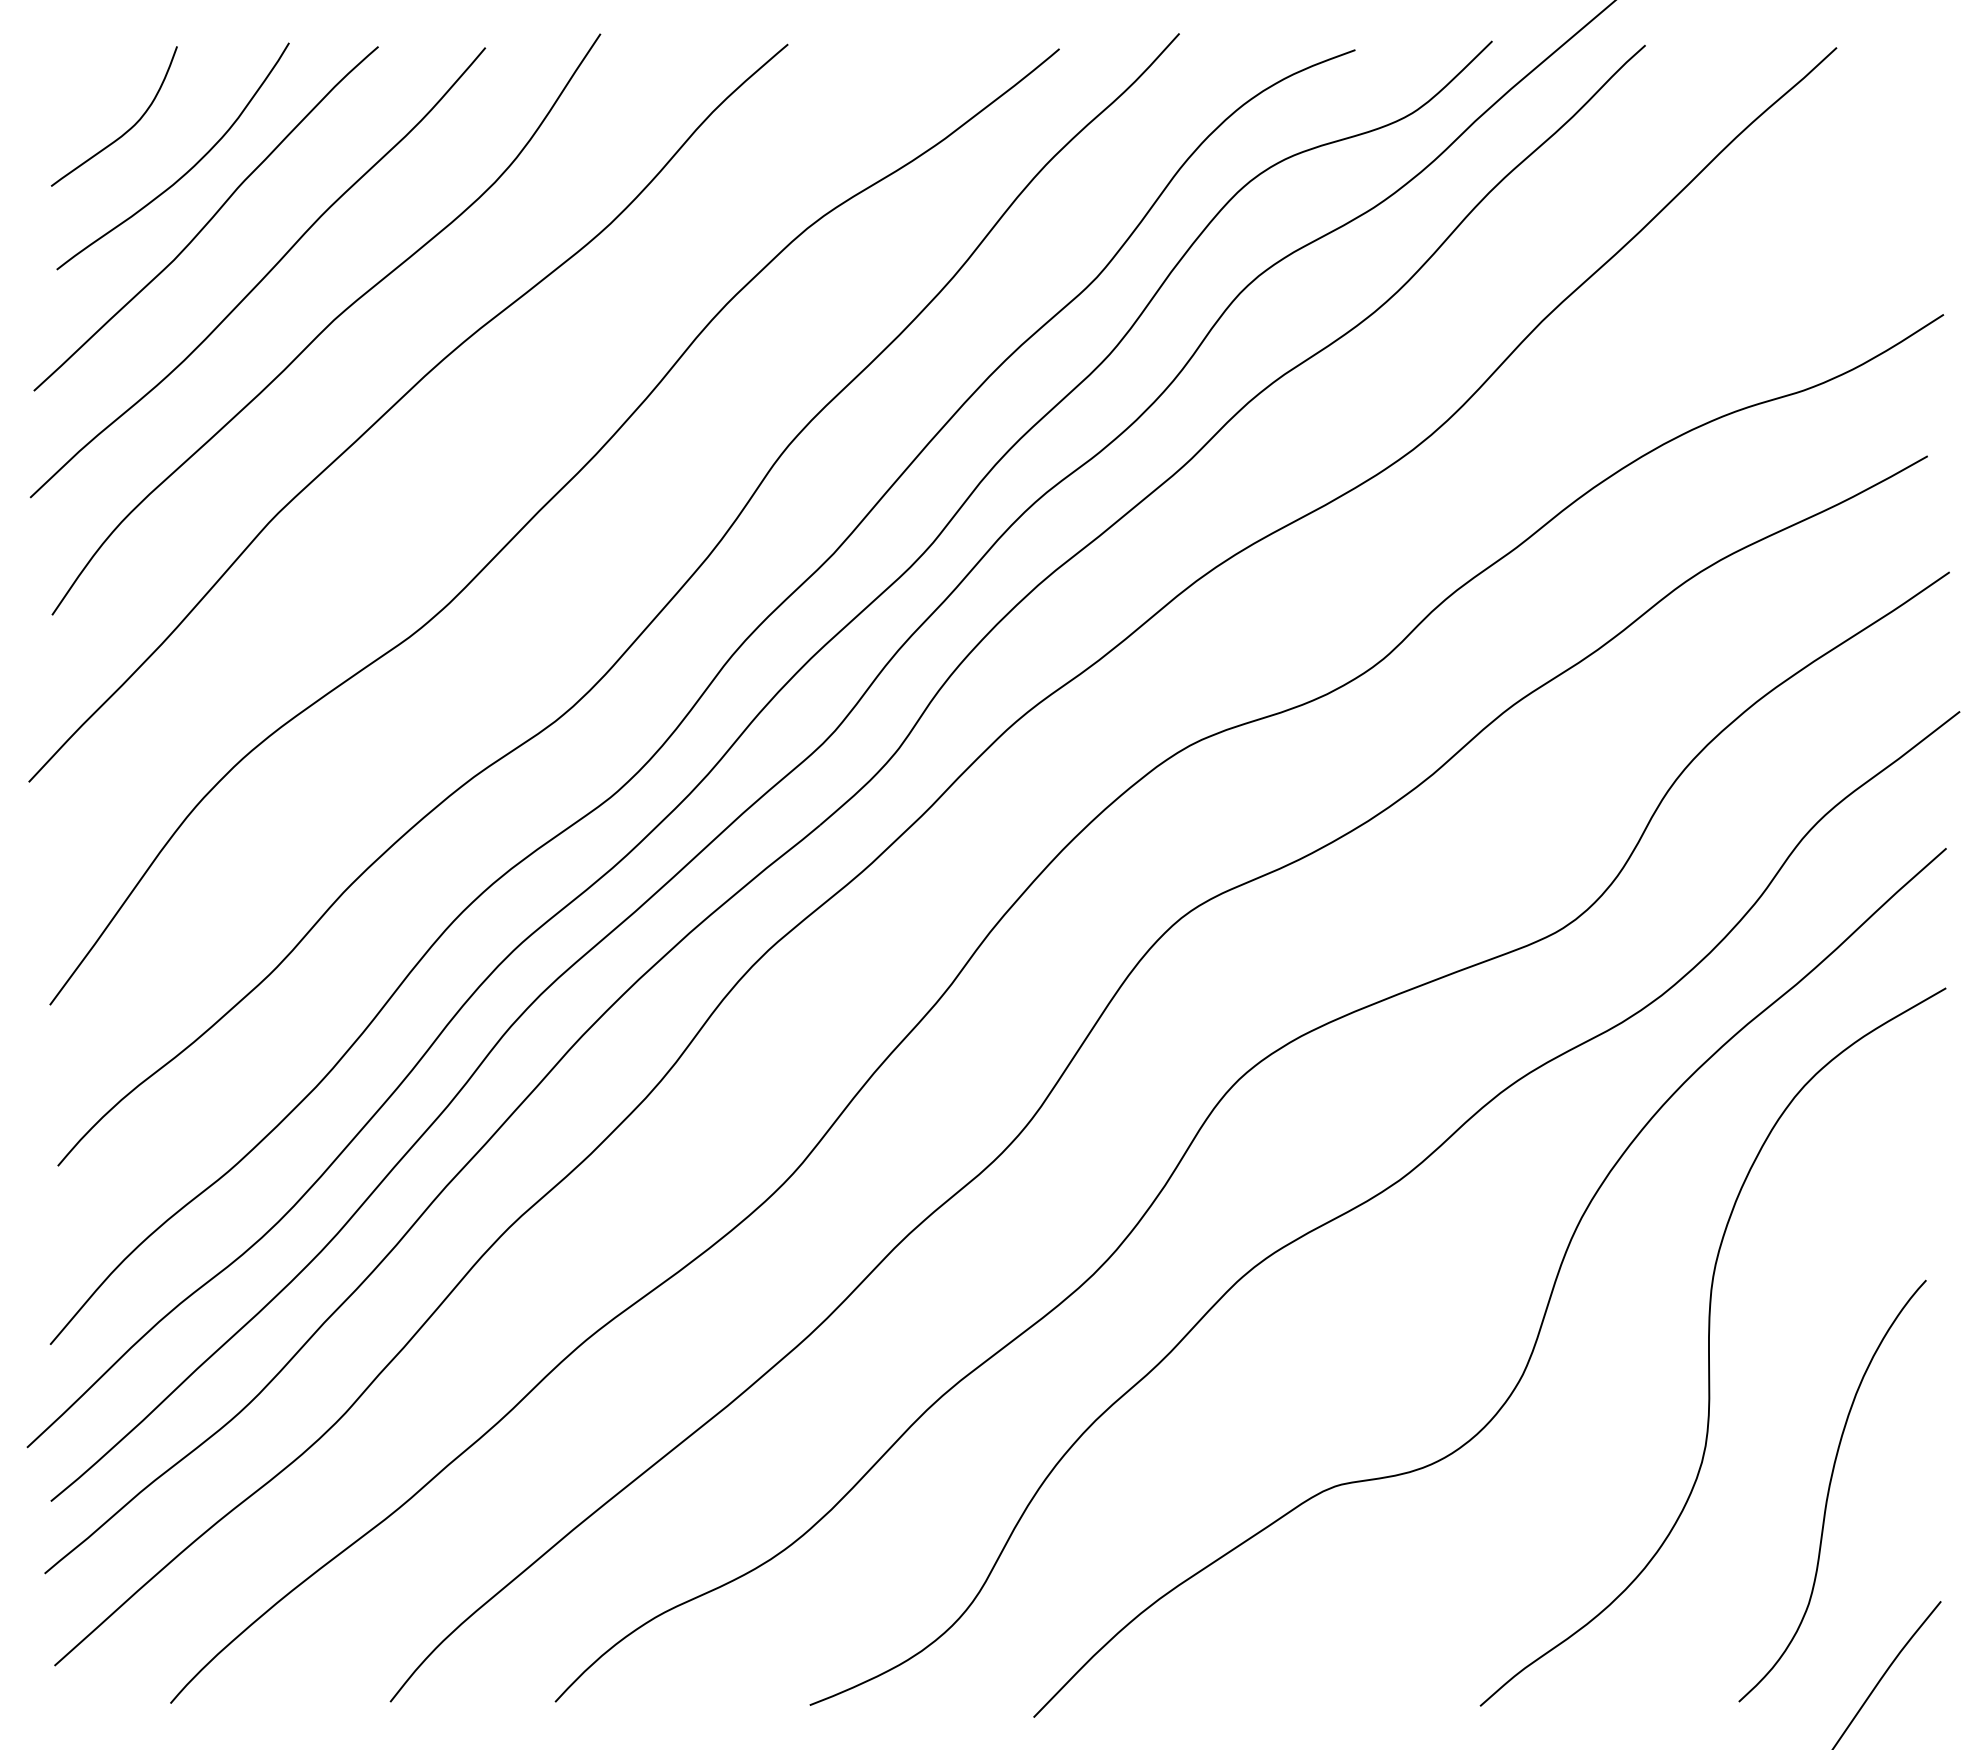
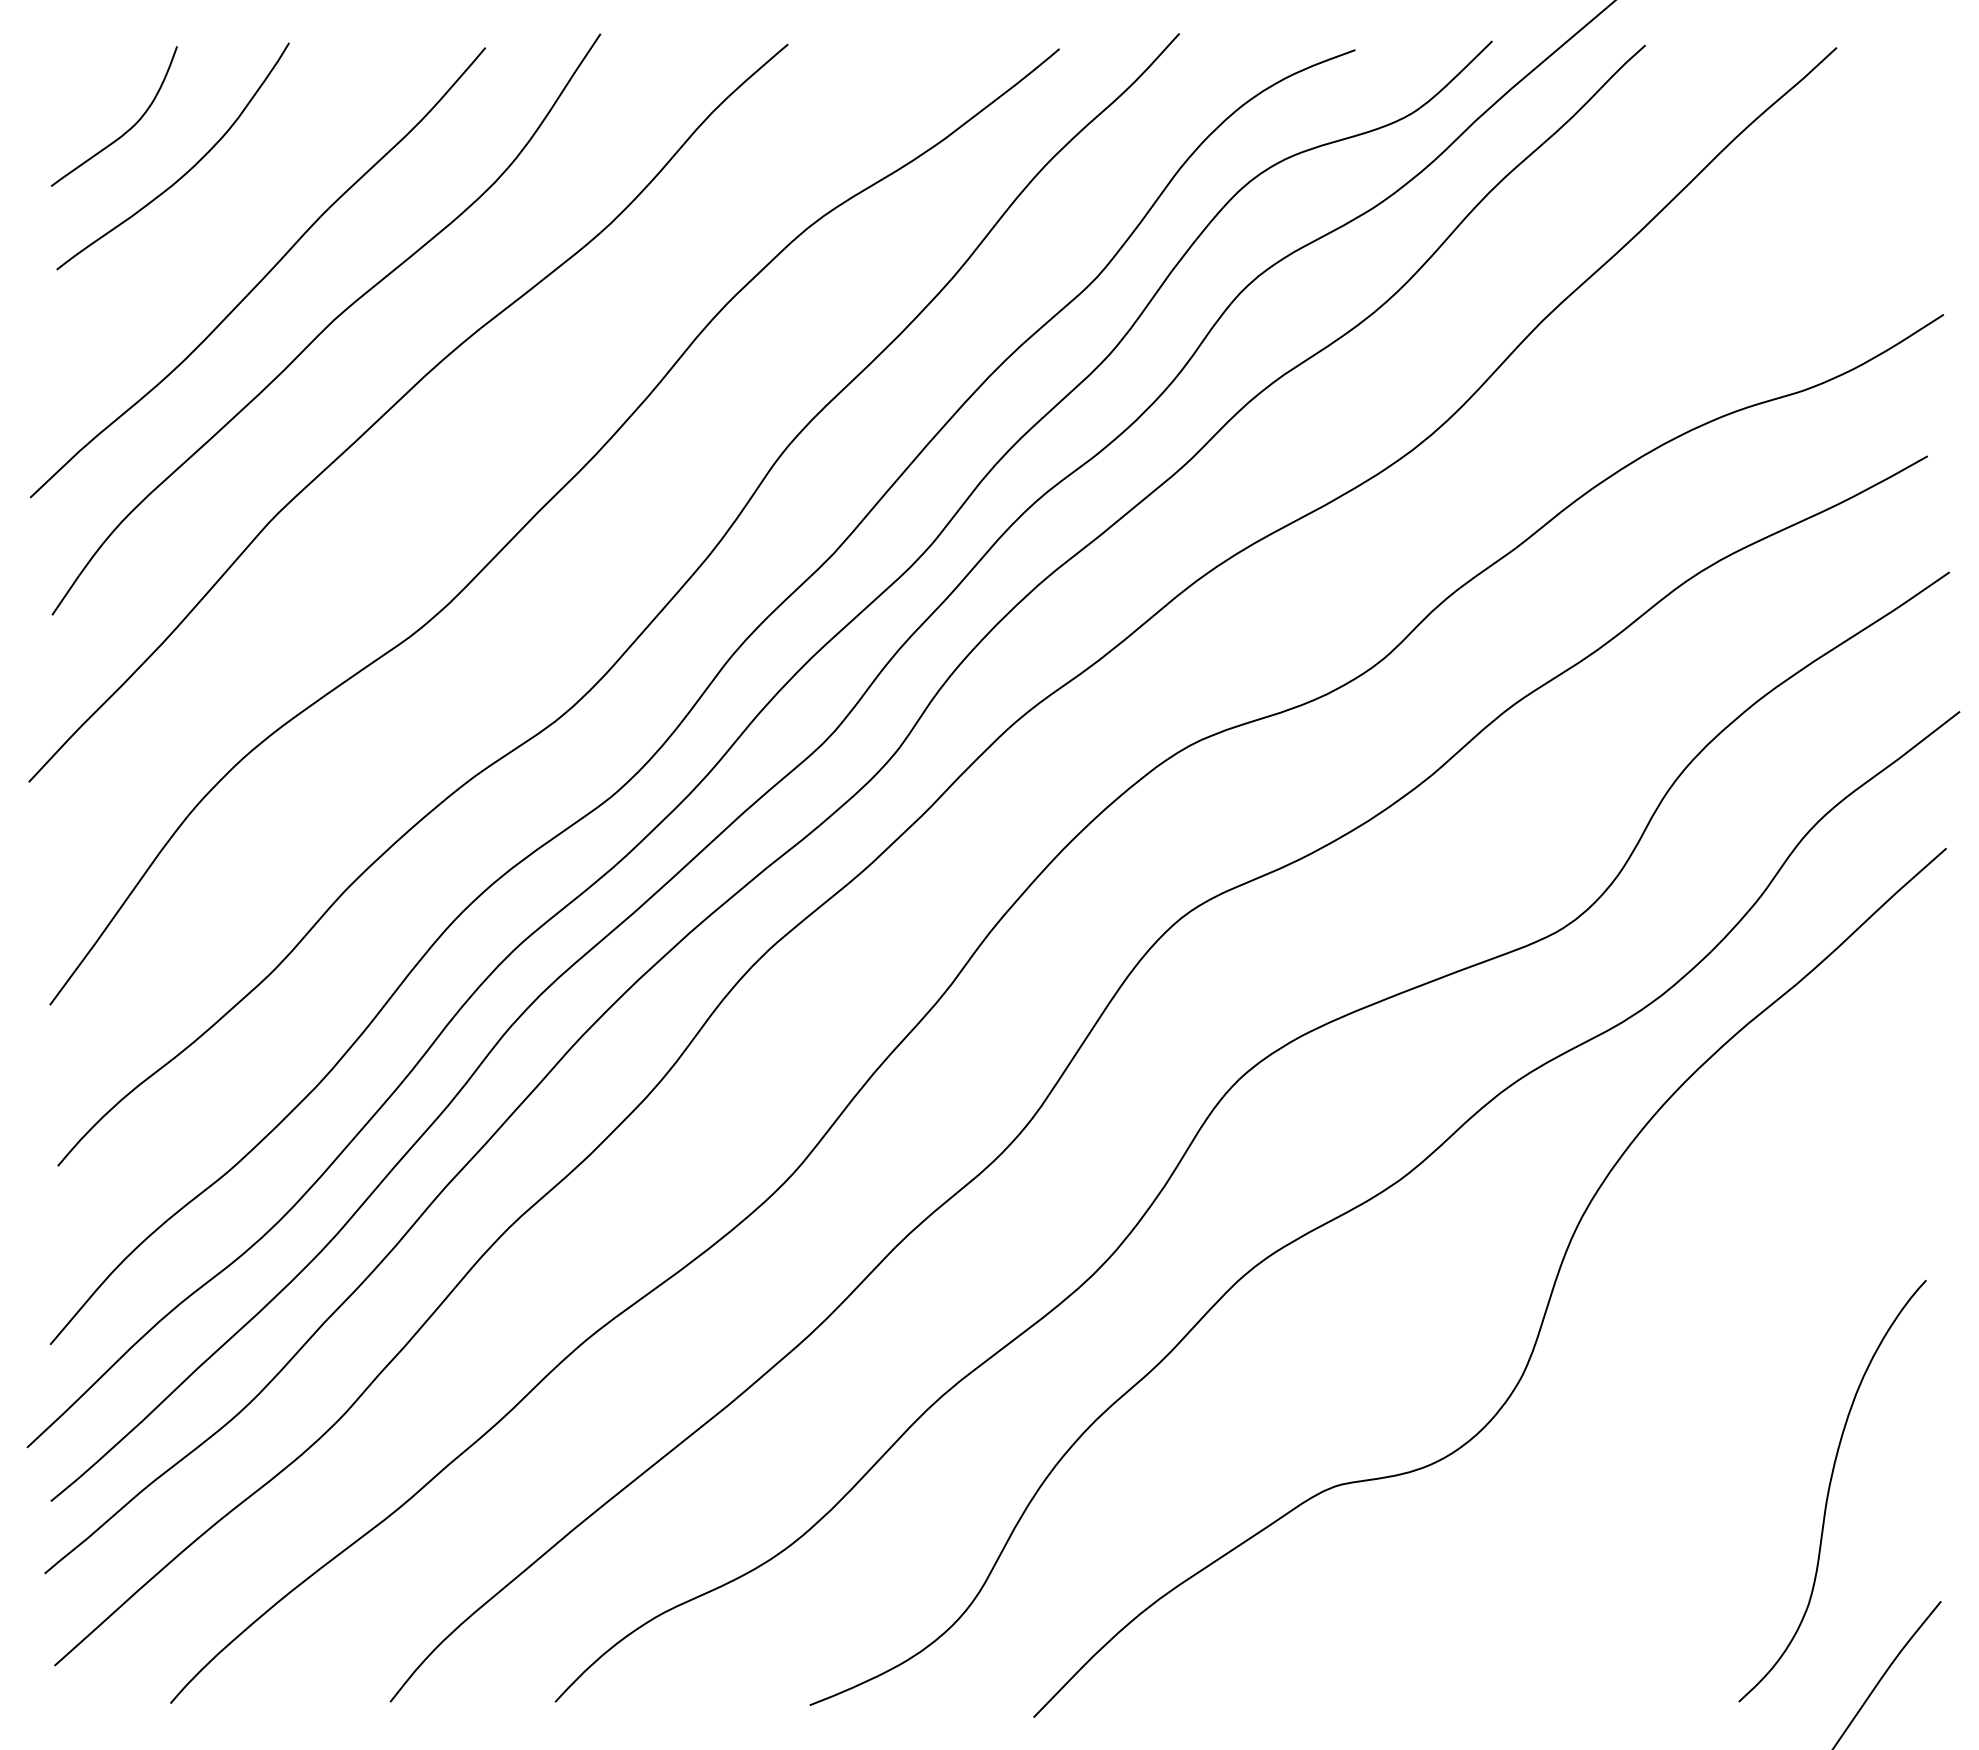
curve at (208, 220): present -> none
curve at (1709, 1346): present -> none
